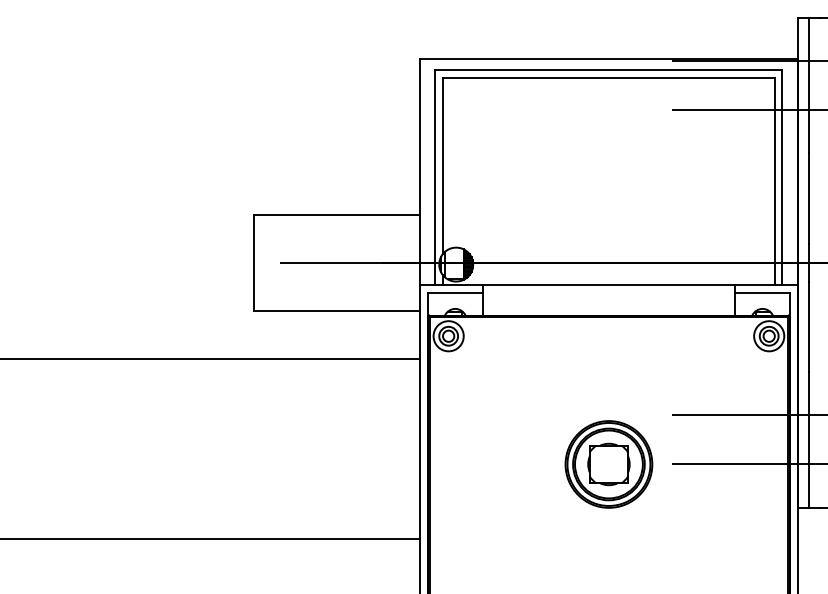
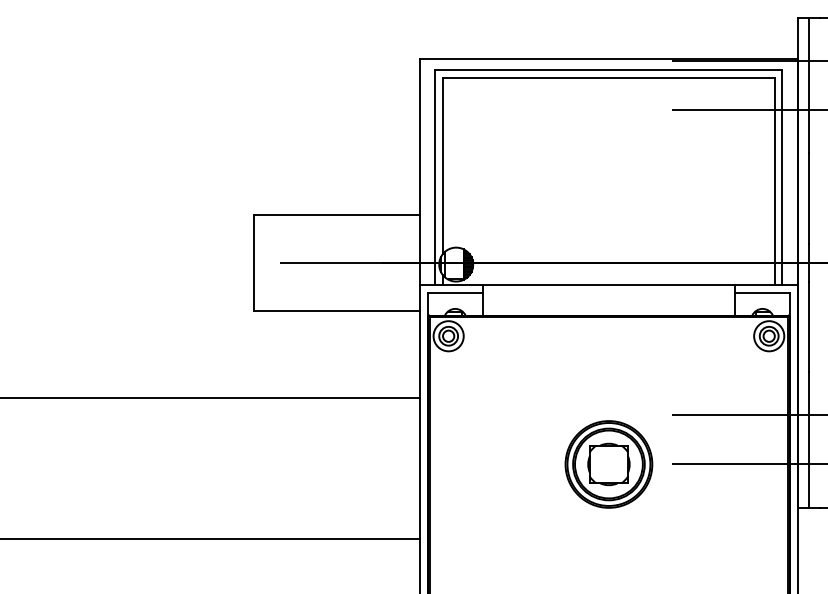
line at (211, 359) position: (211, 359) -> (211, 398)
